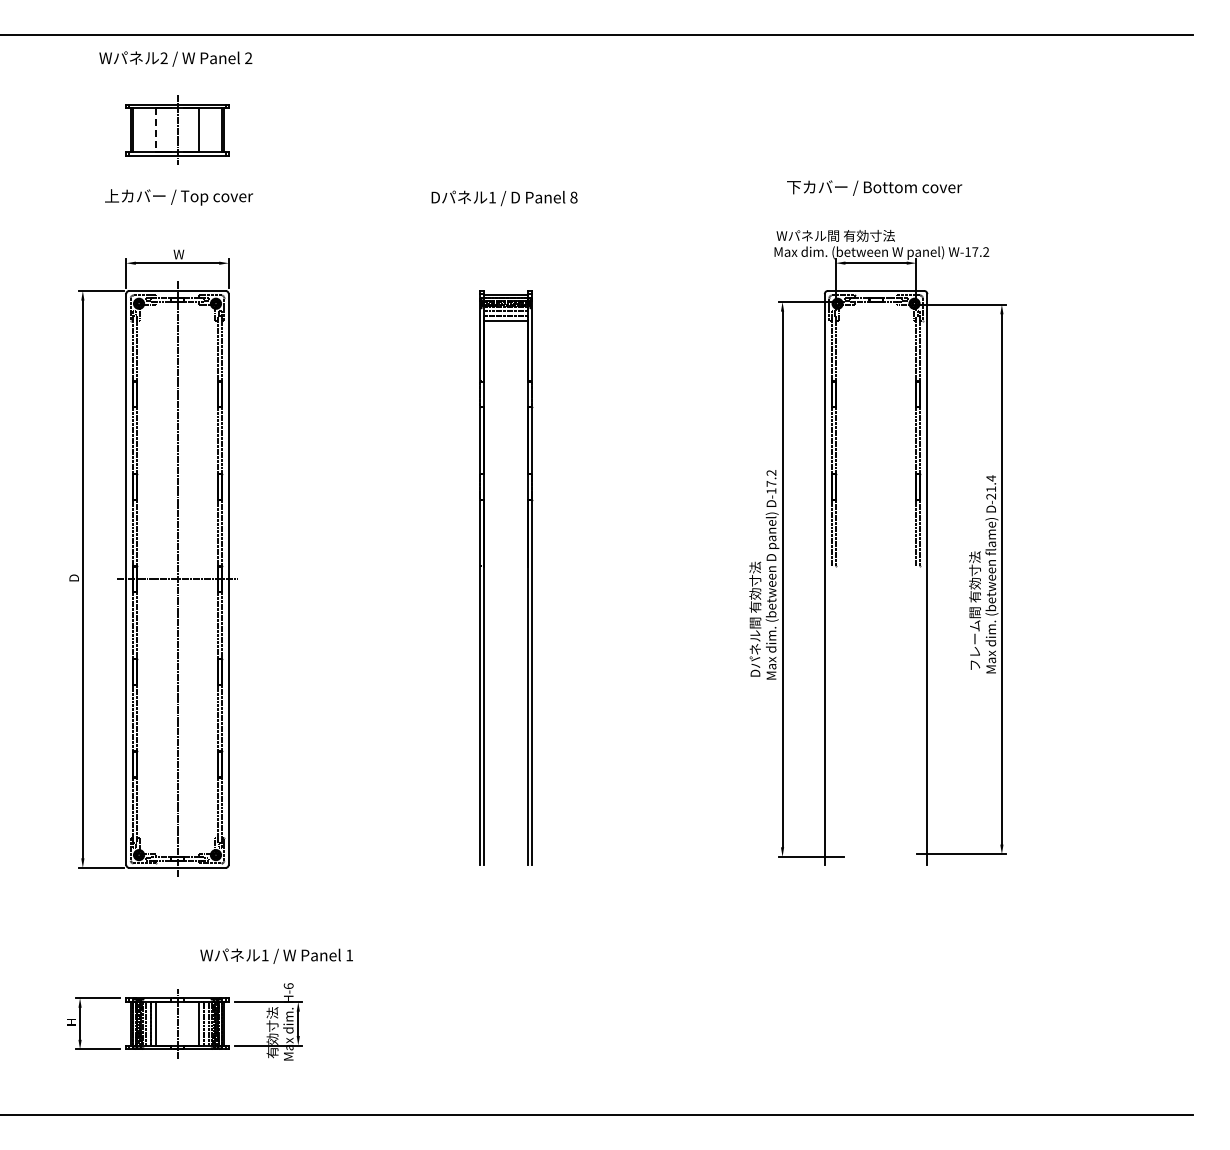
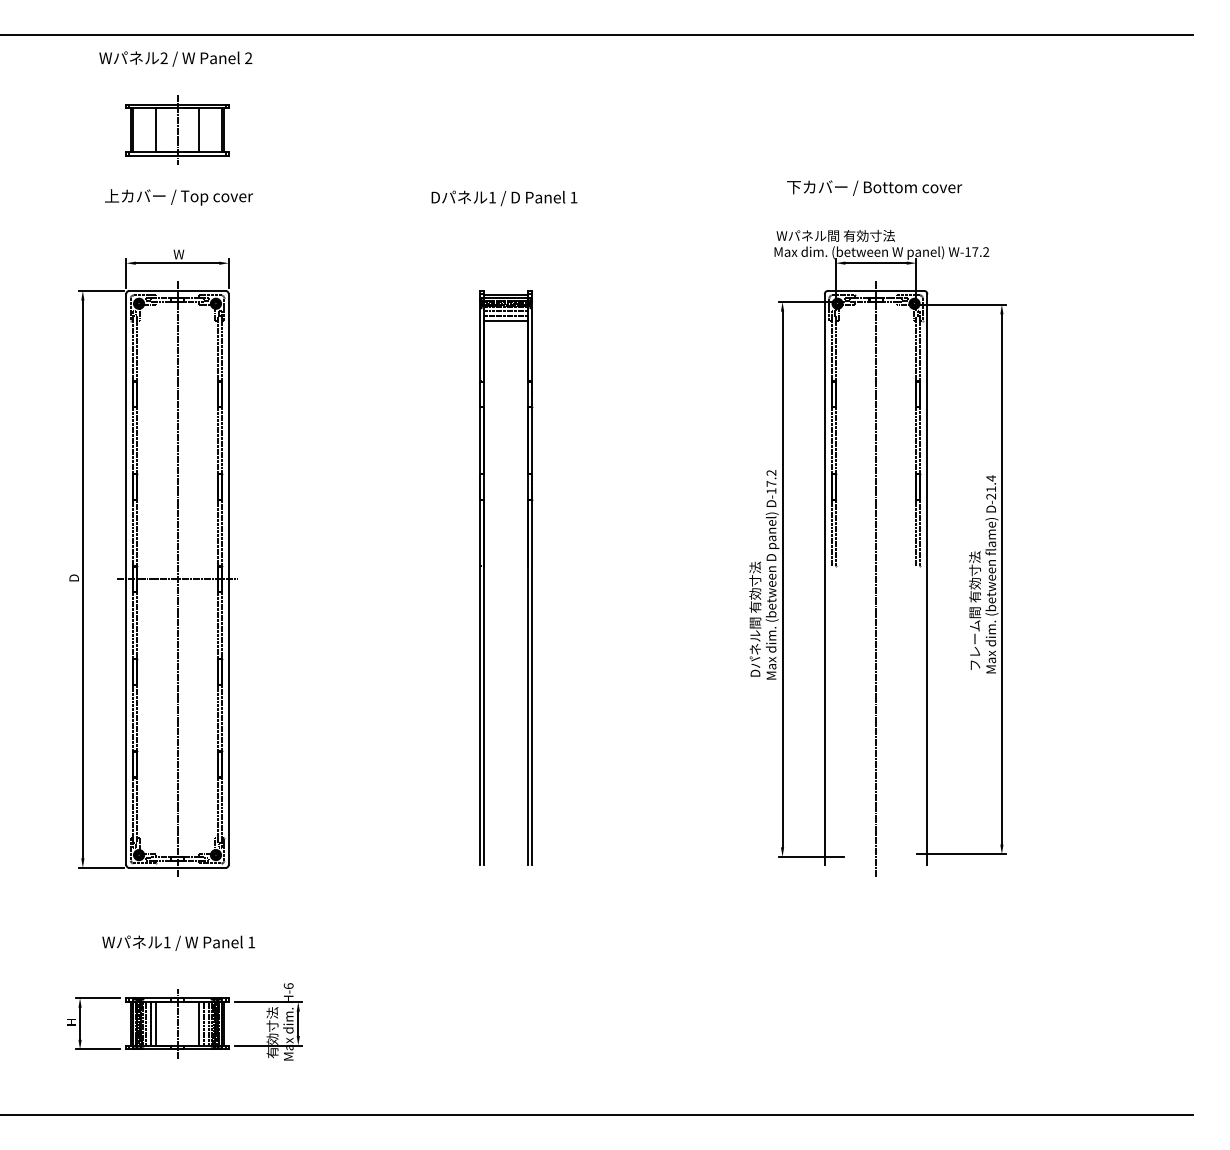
line at (156, 130): dashed -> solid
text at (573, 197): 8 -> 1
line at (876, 579): none -> present
text at (276, 955) position: (276, 955) -> (178, 942)
